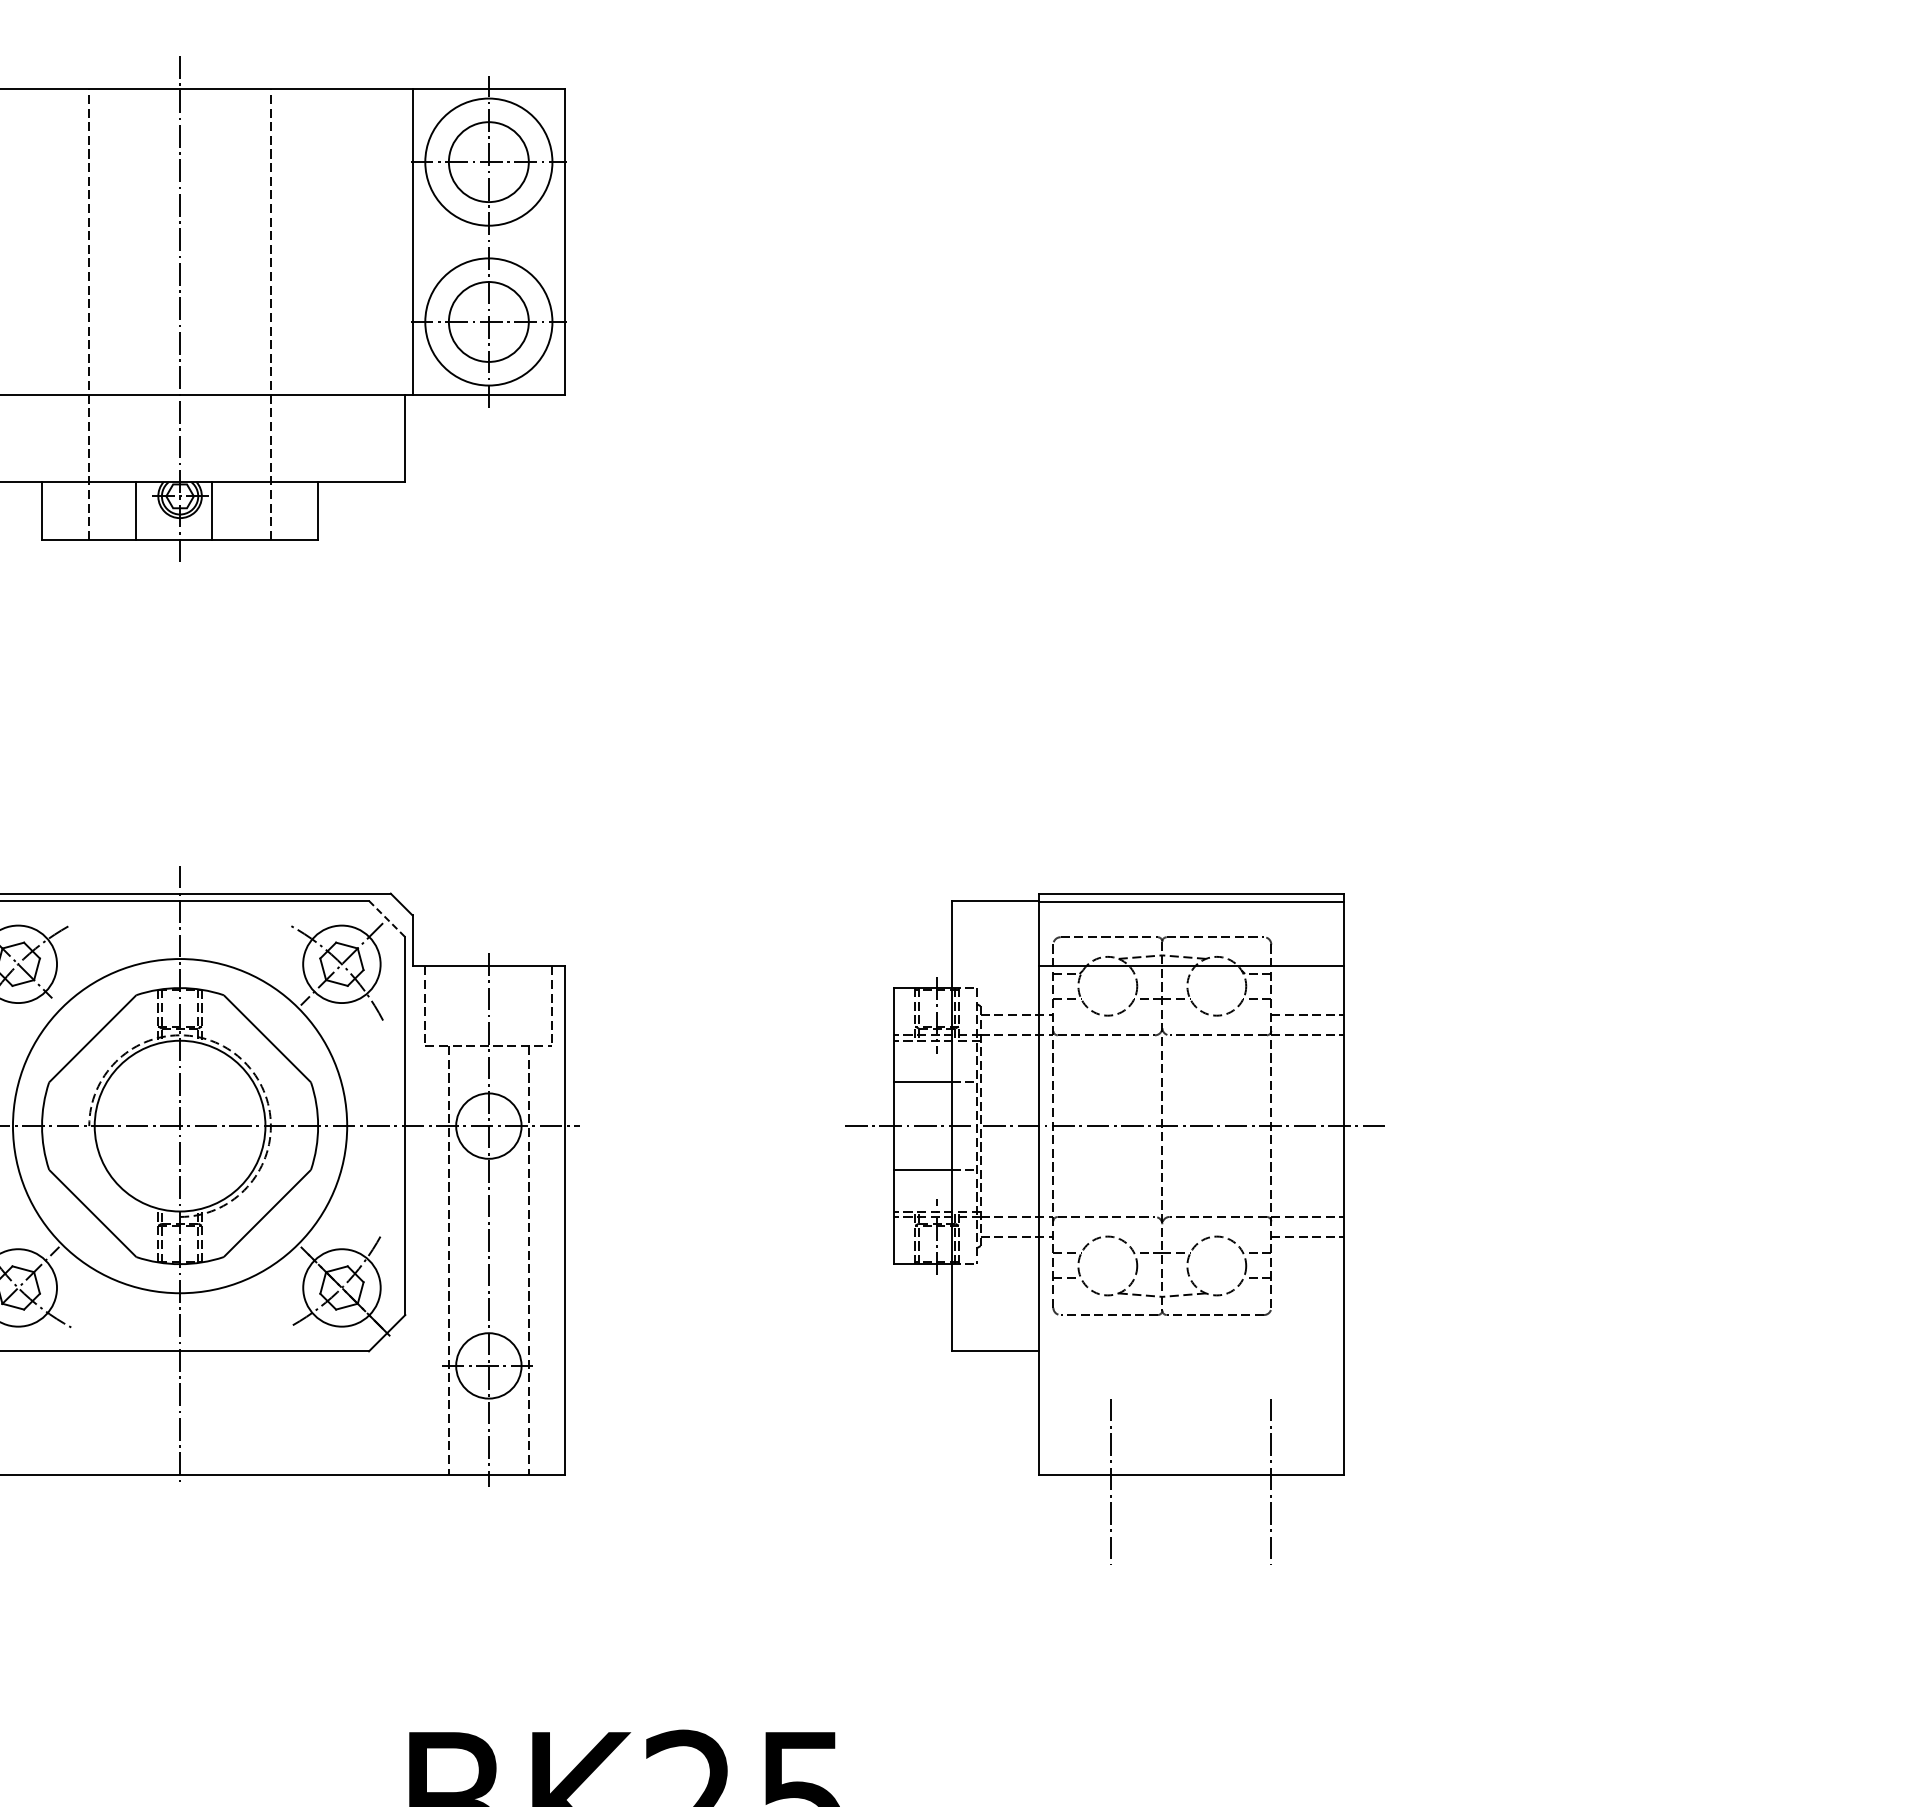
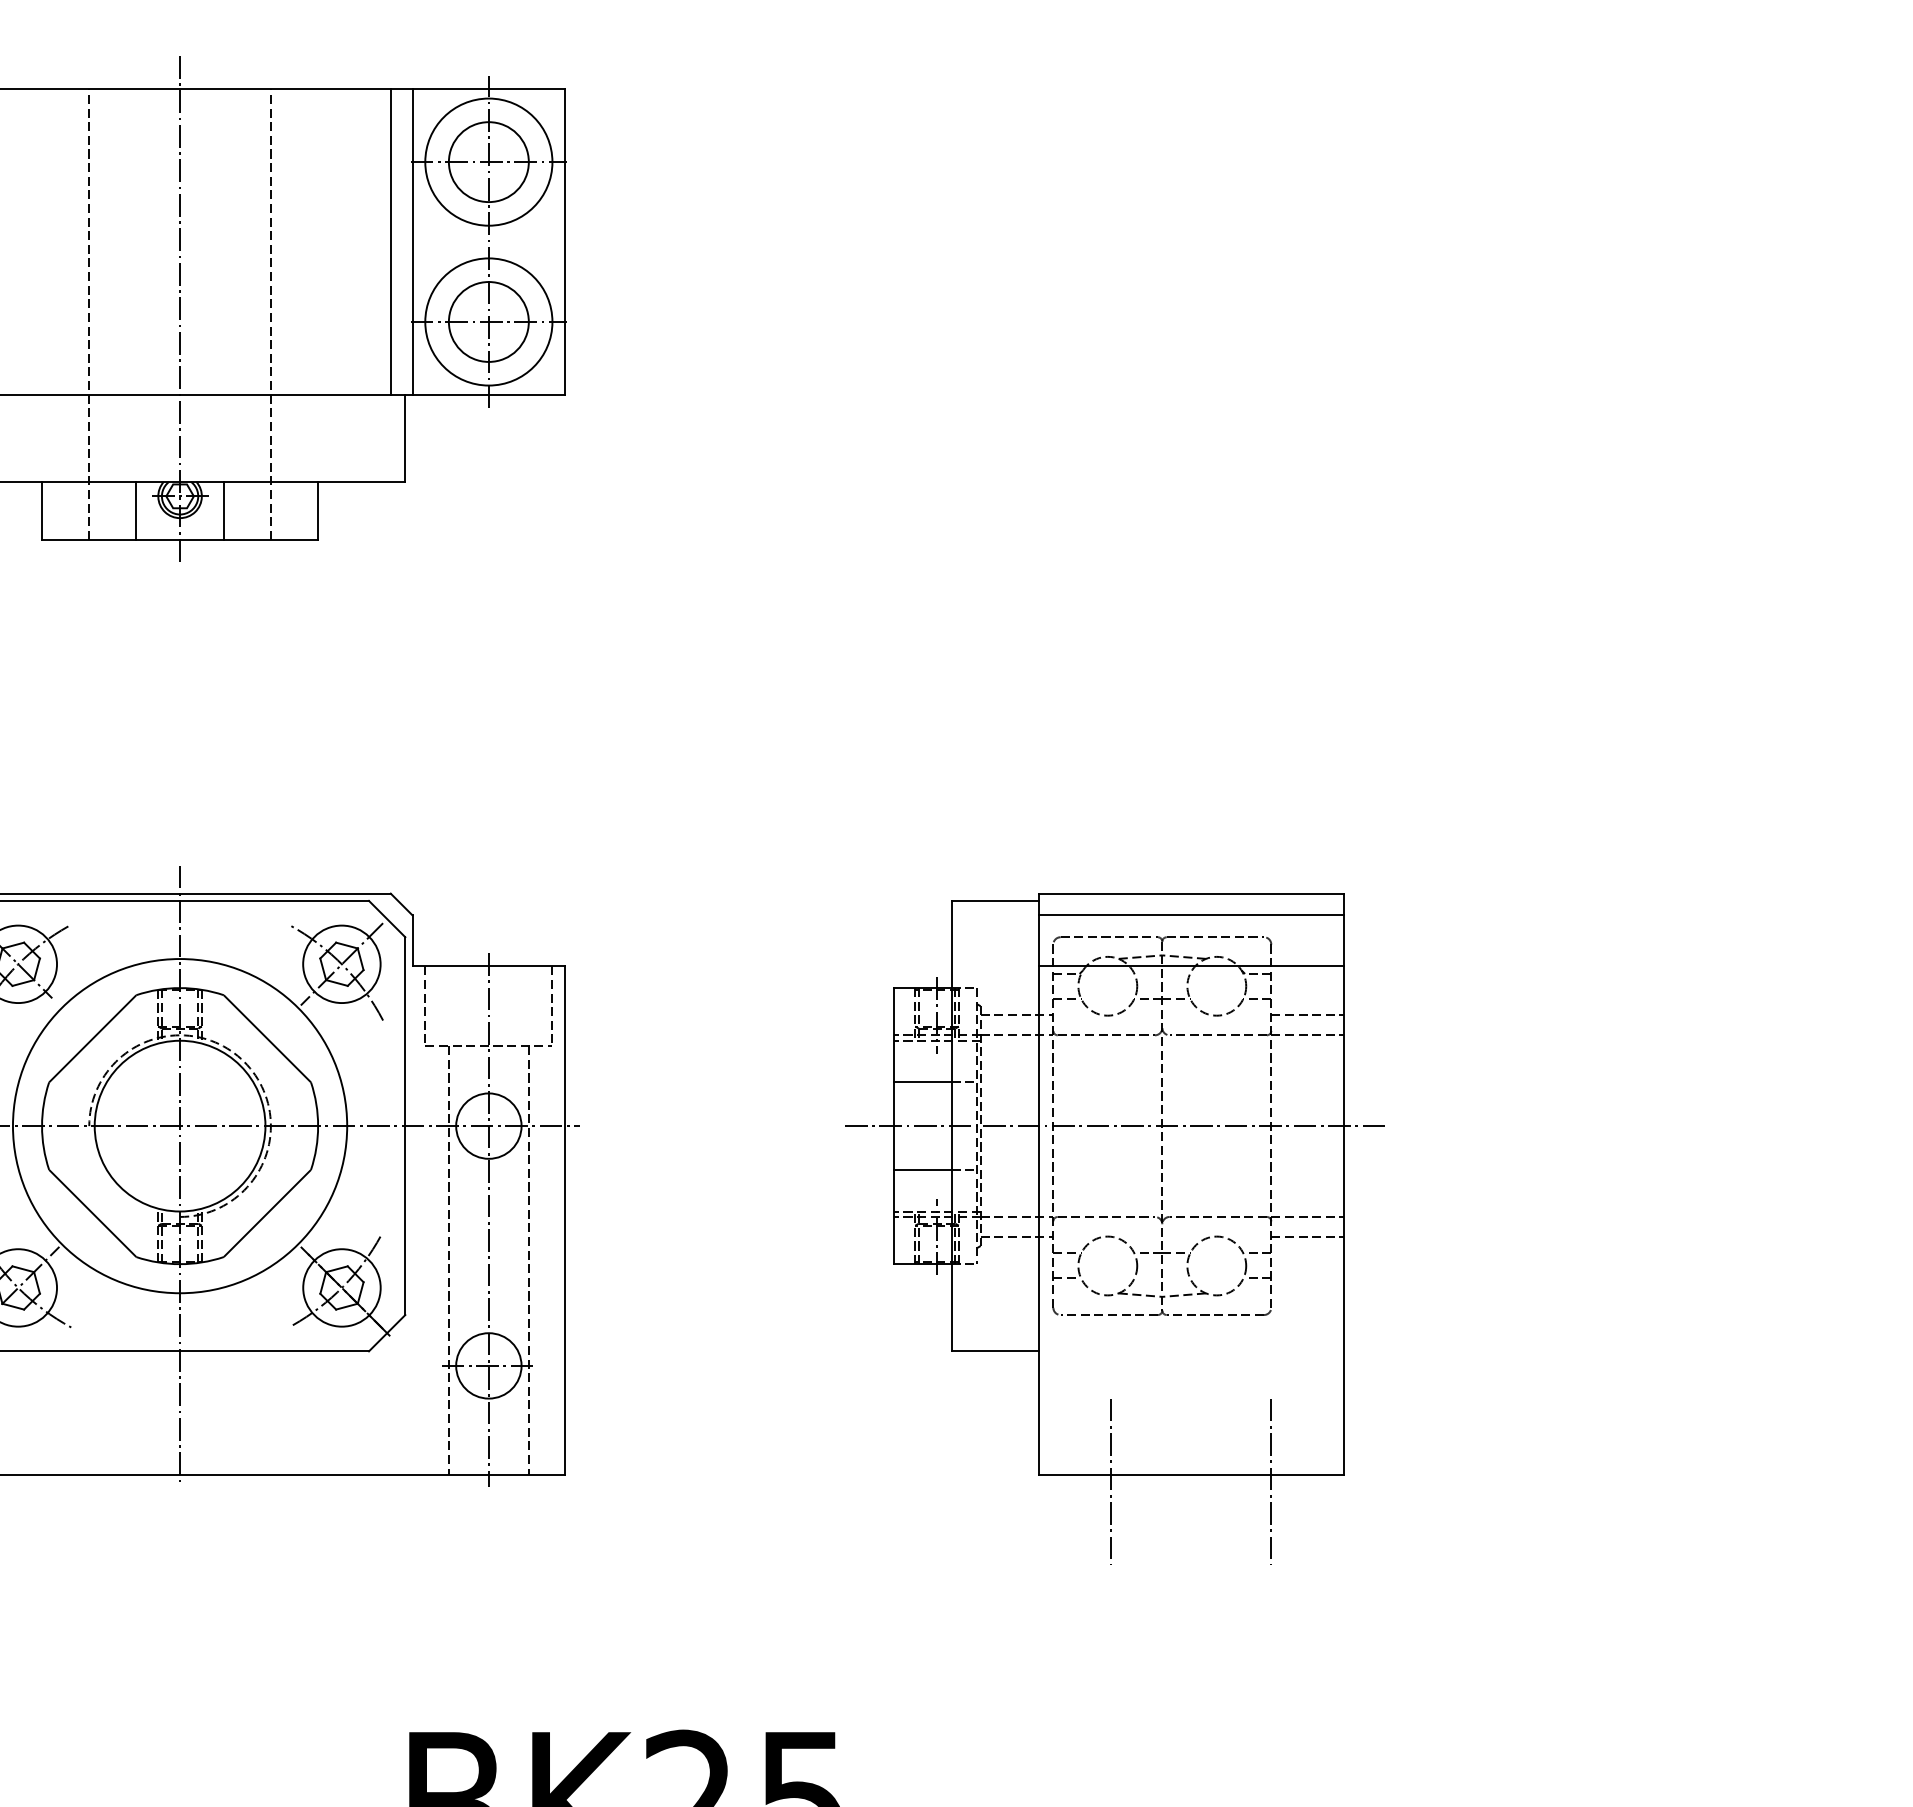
line at (390, 241): none -> present
line at (211, 510) position: (211, 510) -> (223, 510)
line at (1190, 902) position: (1190, 902) -> (1190, 915)
line at (387, 919): dashed -> solid
